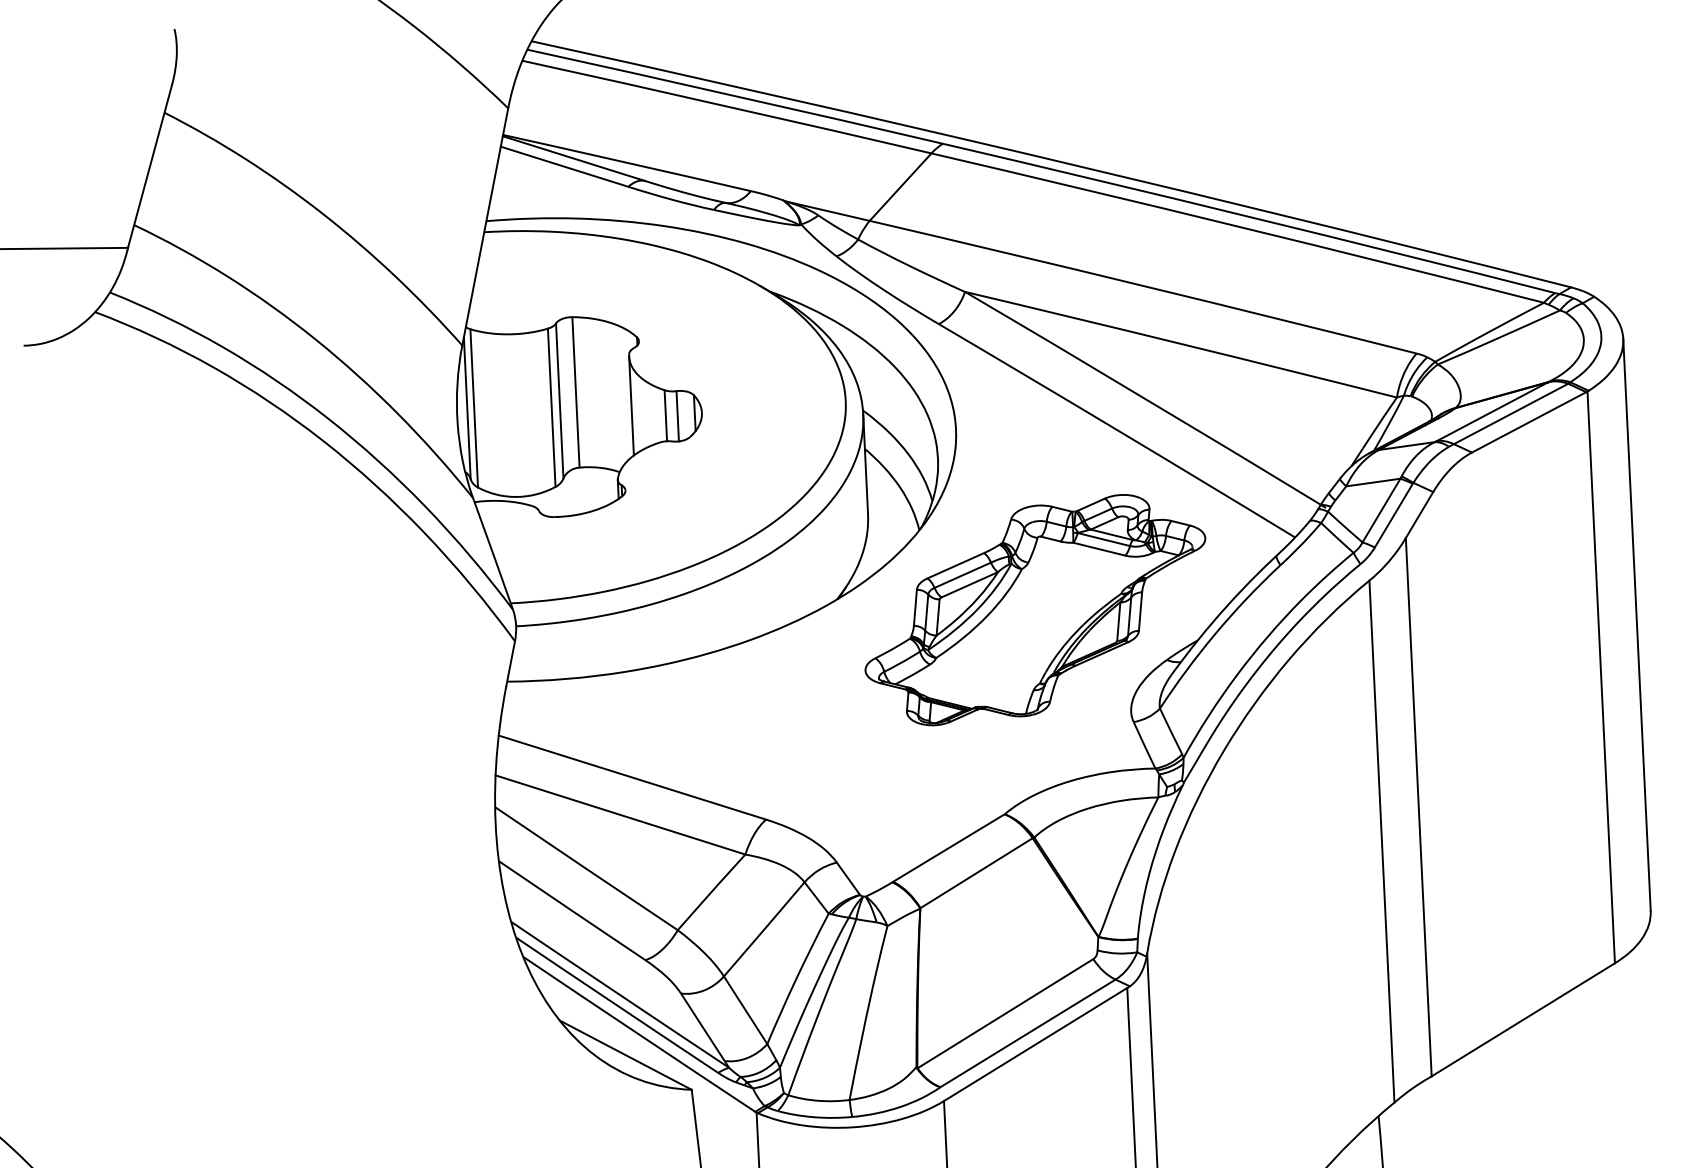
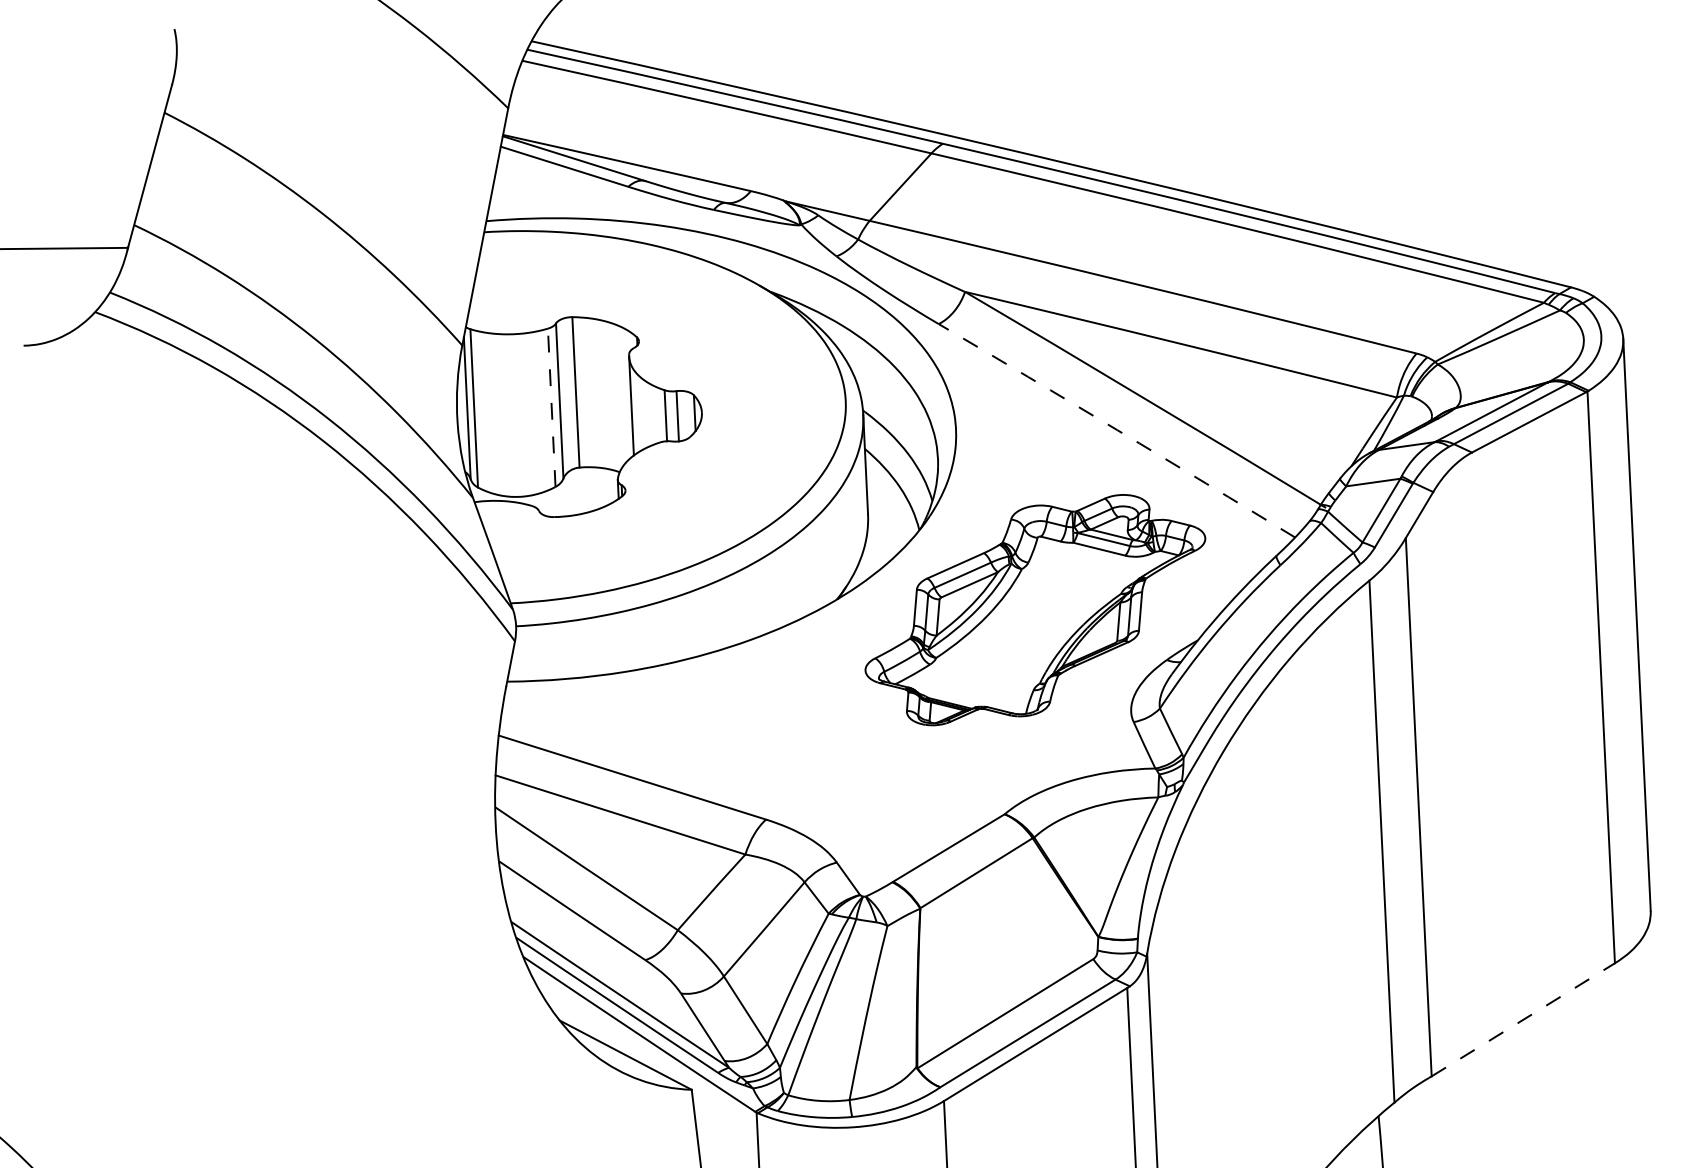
line at (551, 407): solid -> dashed
arc at (1117, 430): solid -> dashed
line at (1523, 1019): solid -> dashed
